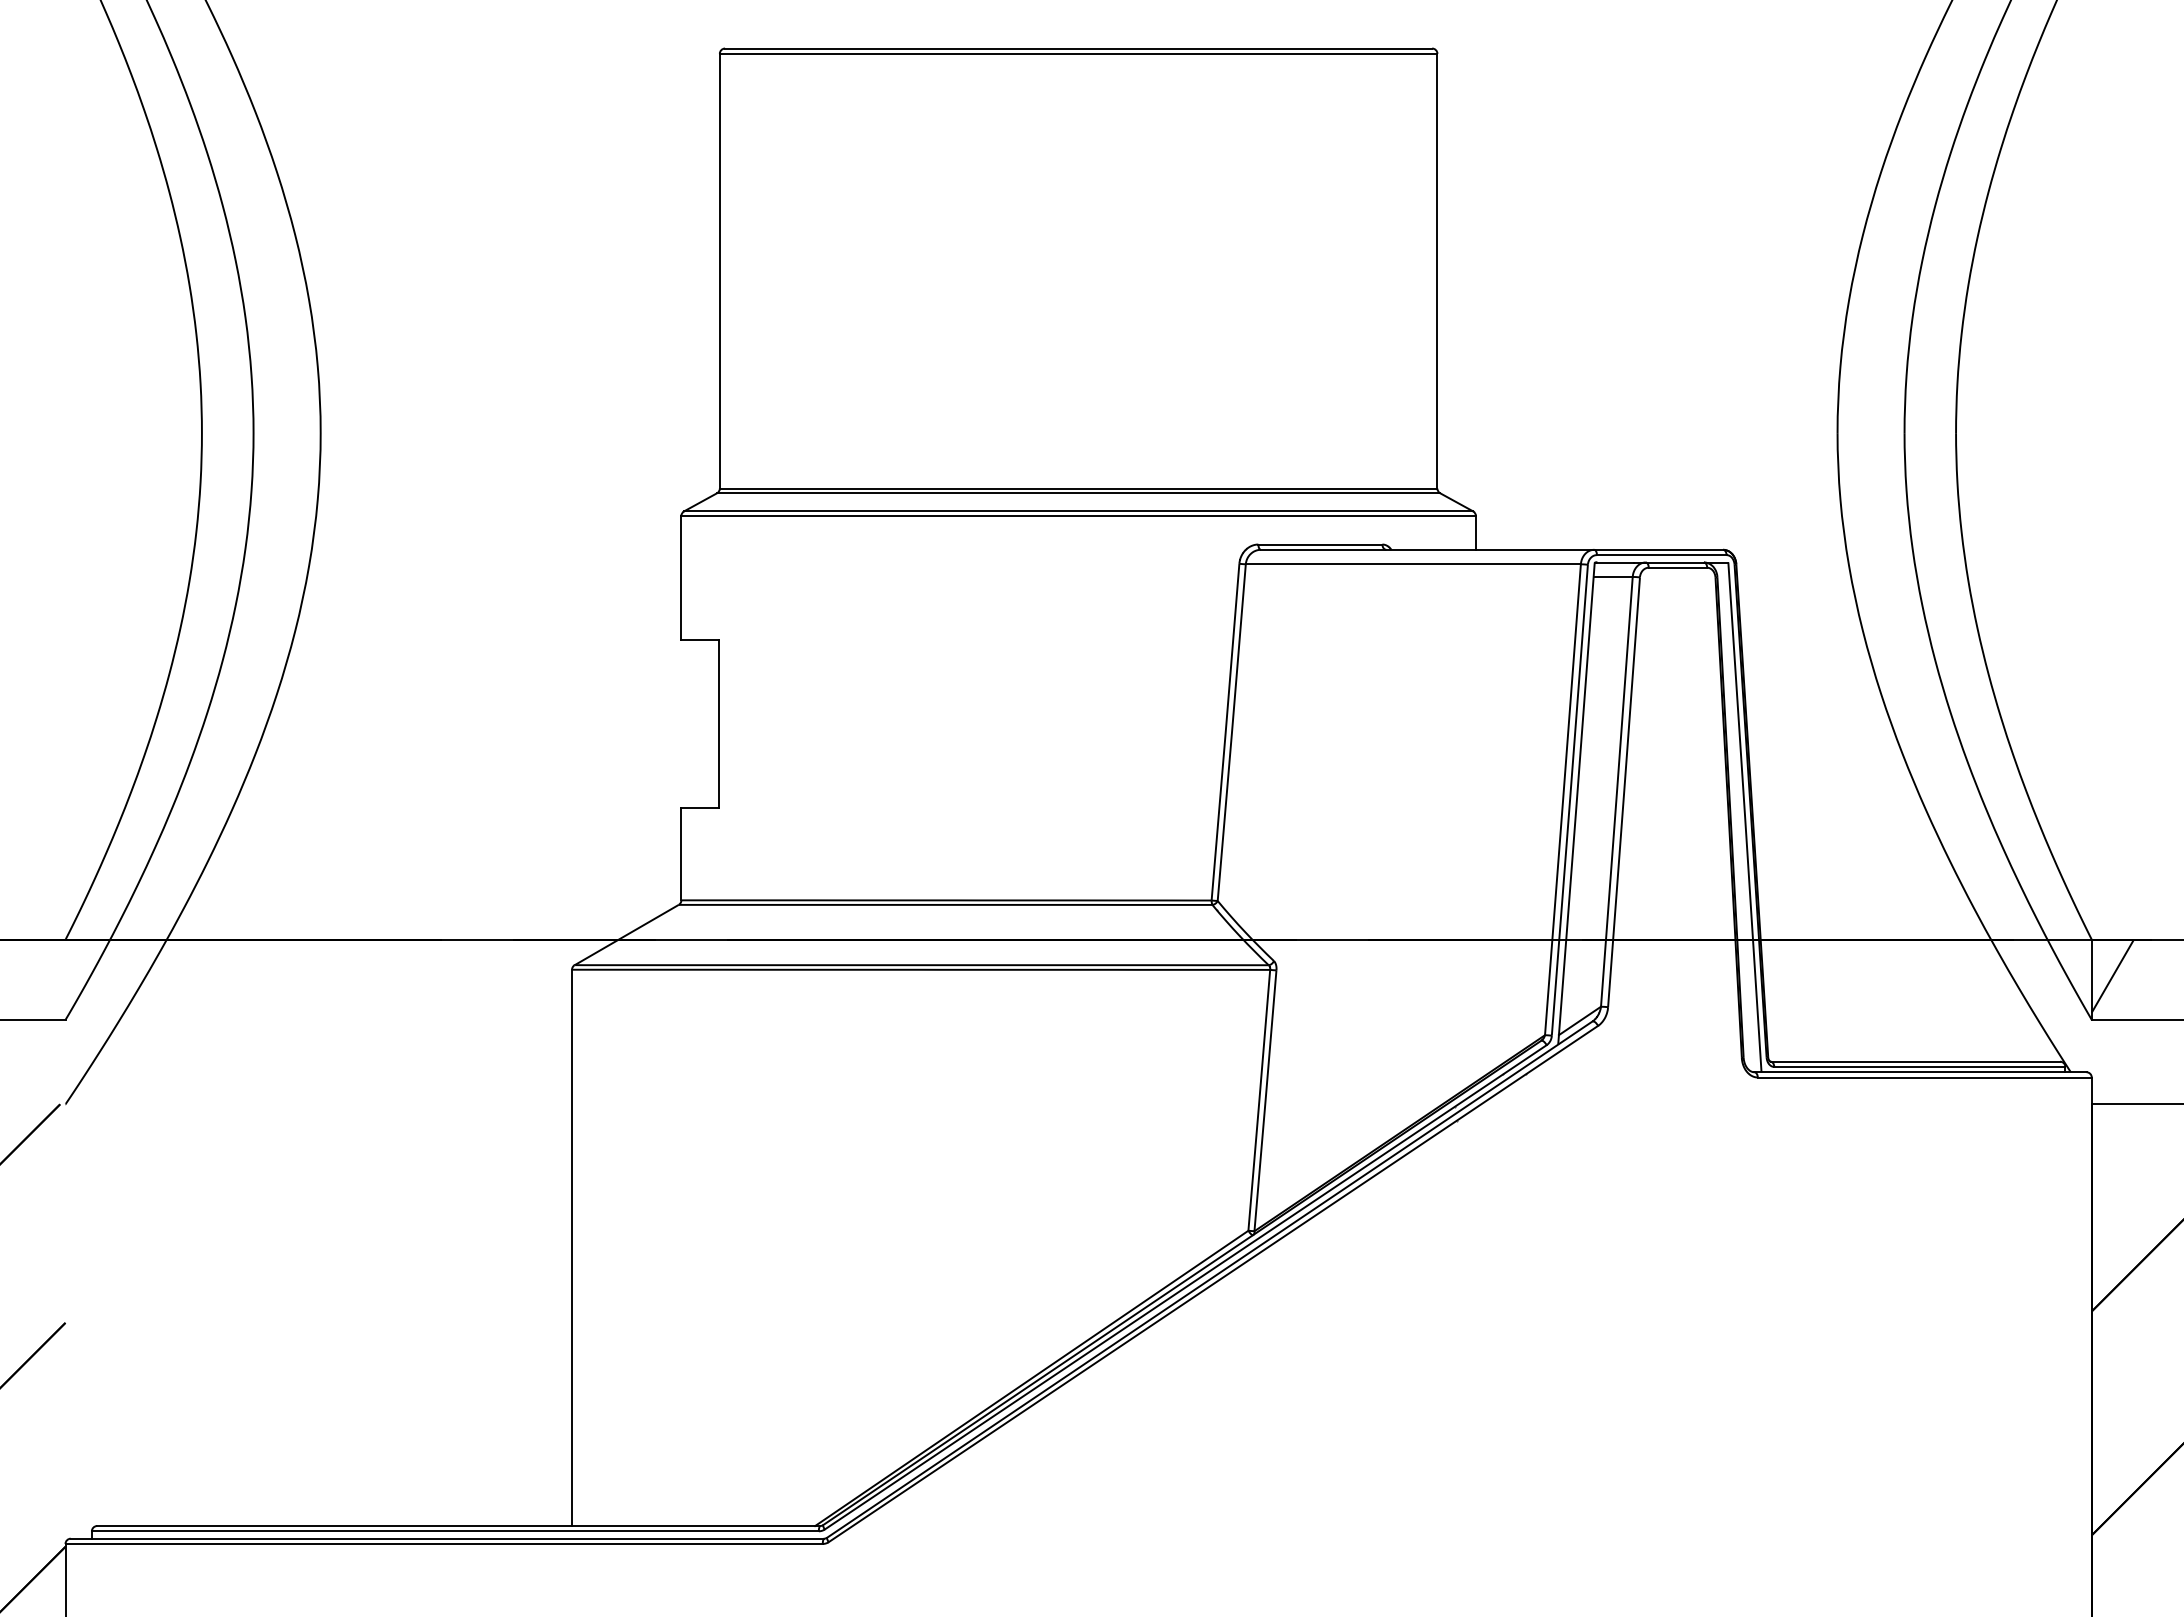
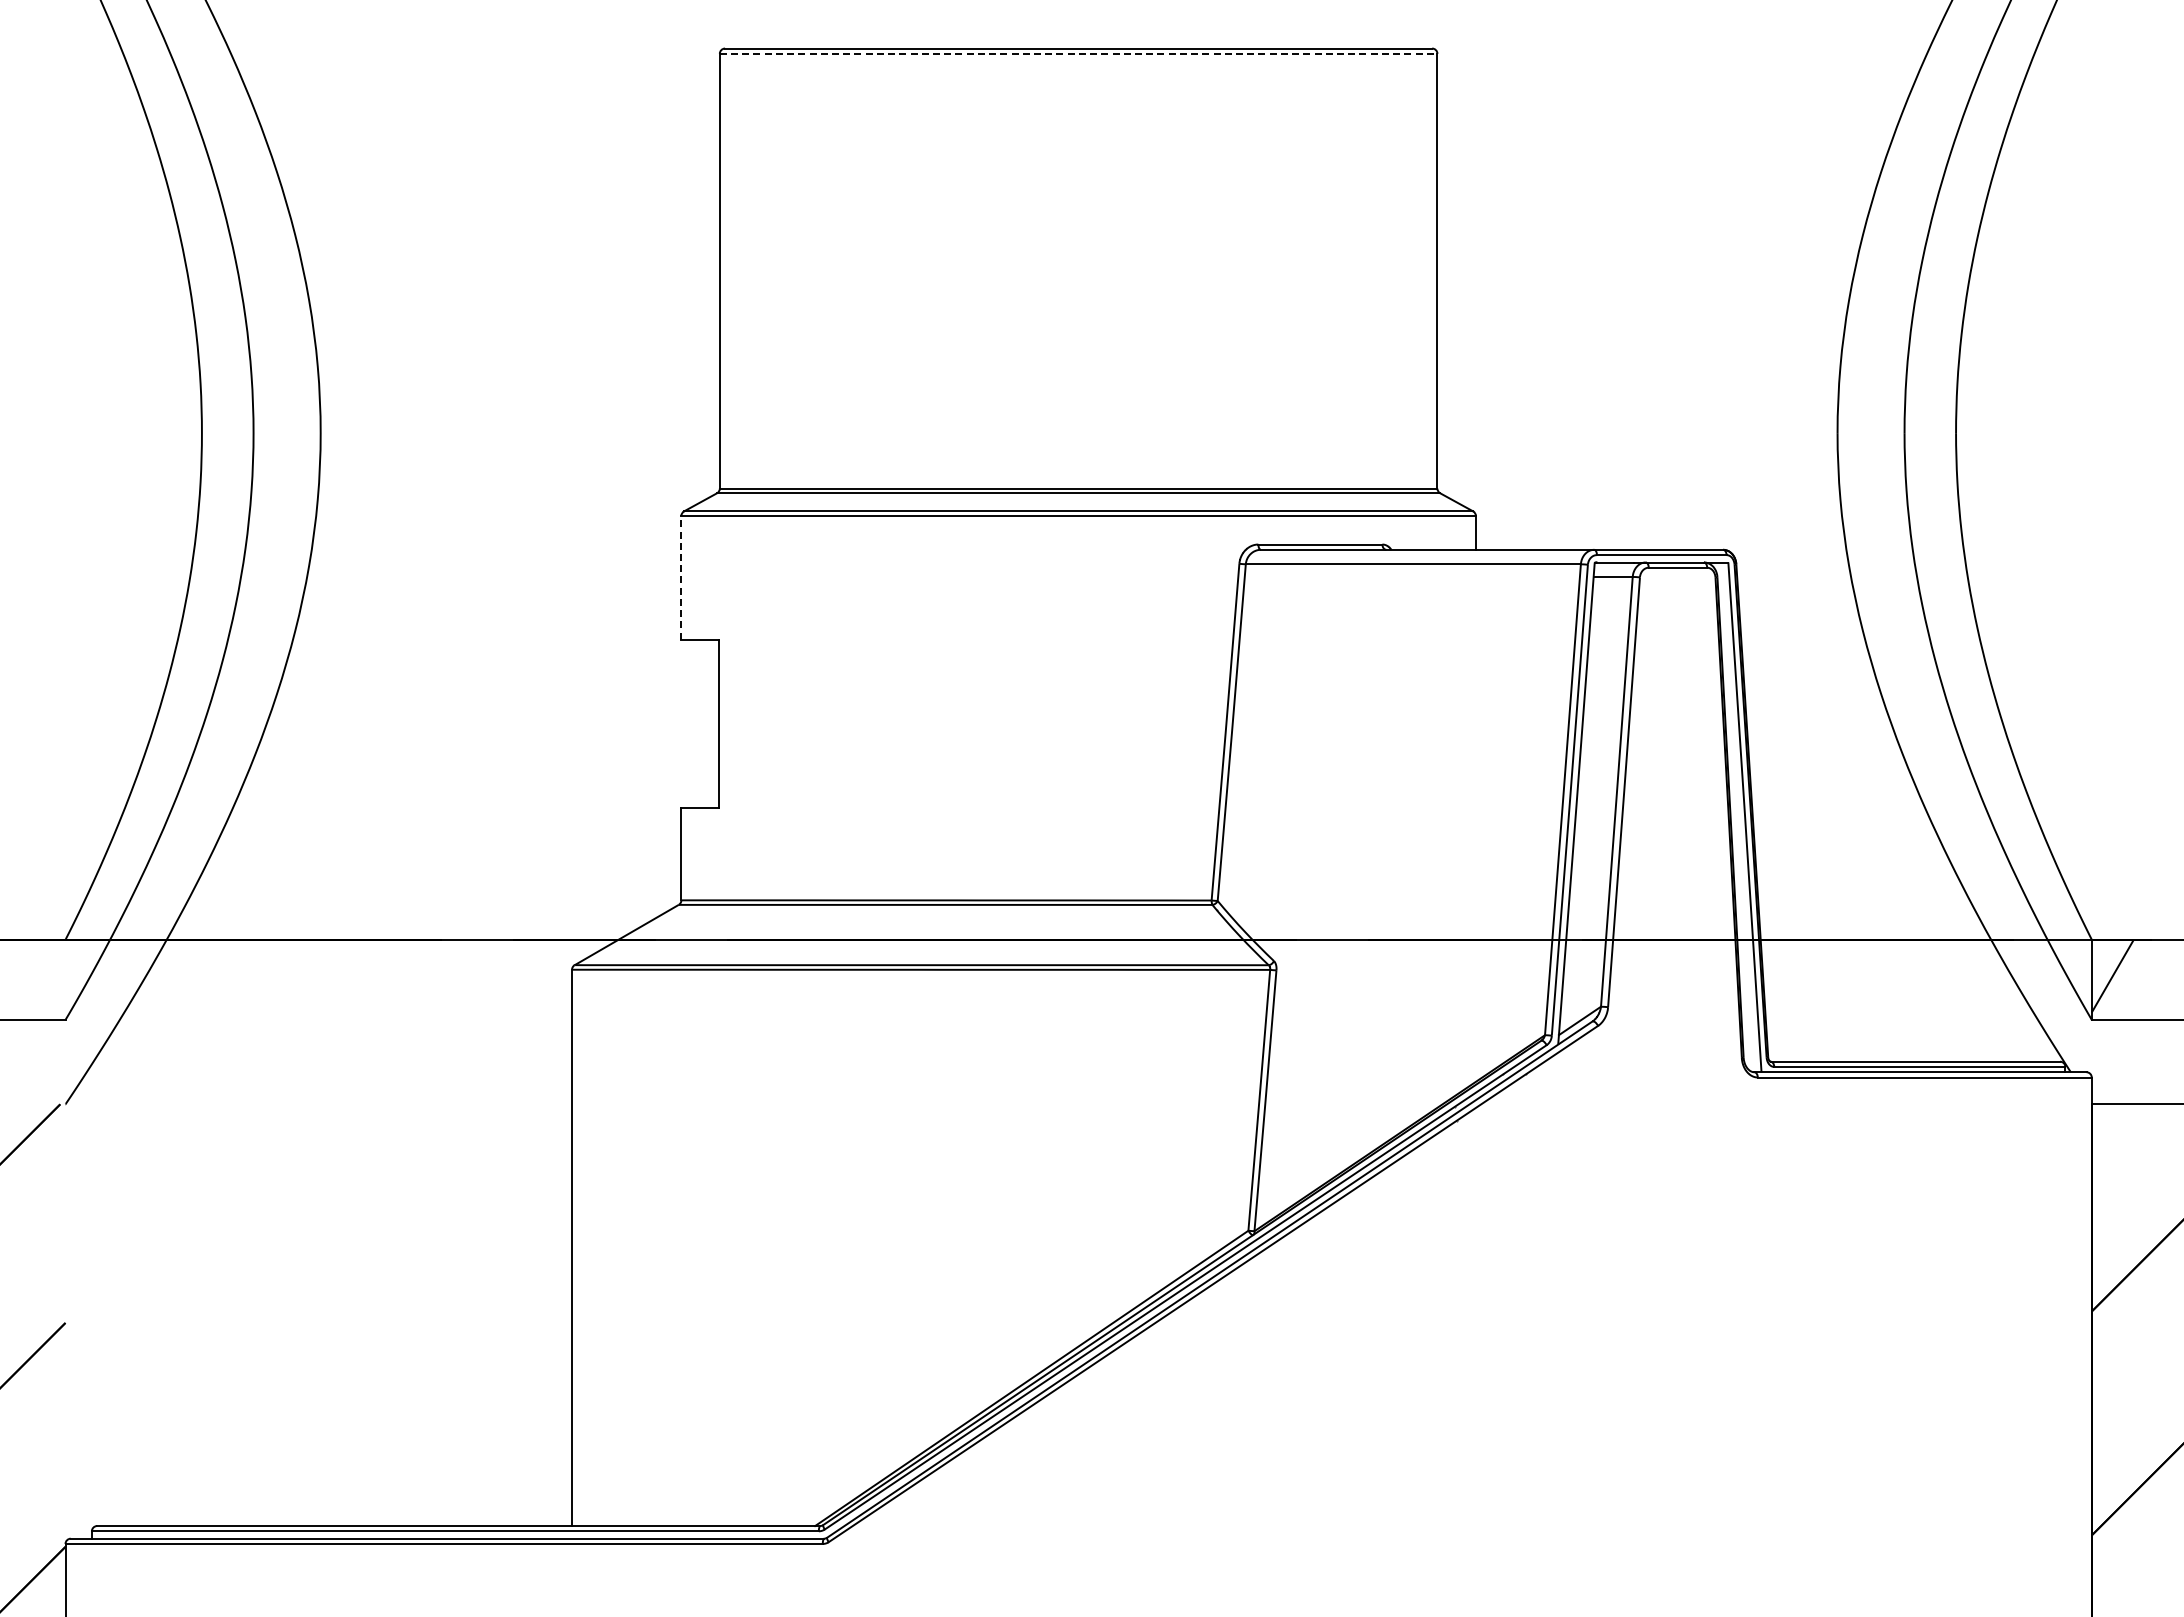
line at (1078, 53): solid -> dashed
line at (681, 577): solid -> dashed
